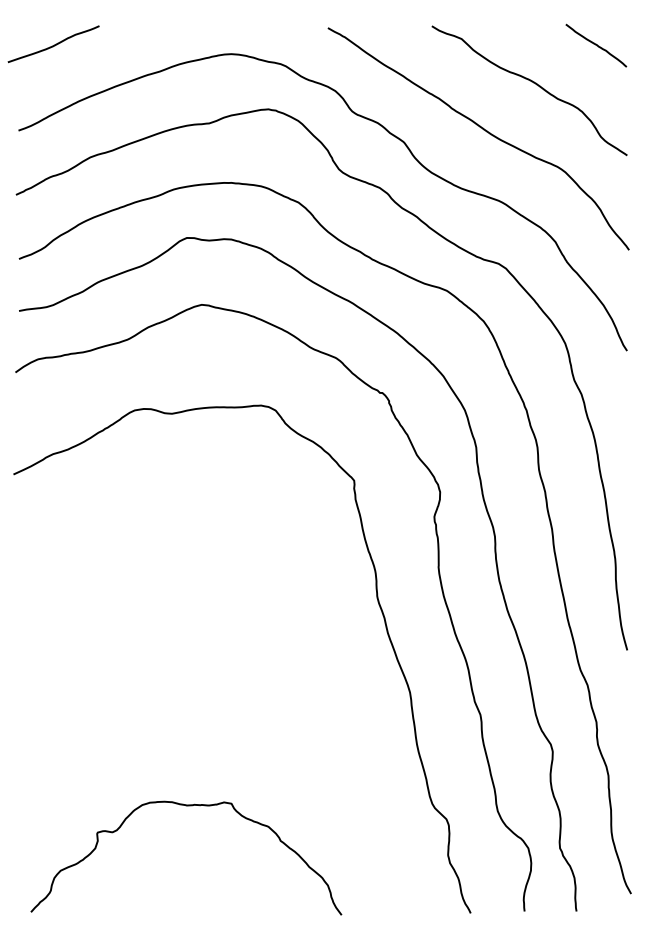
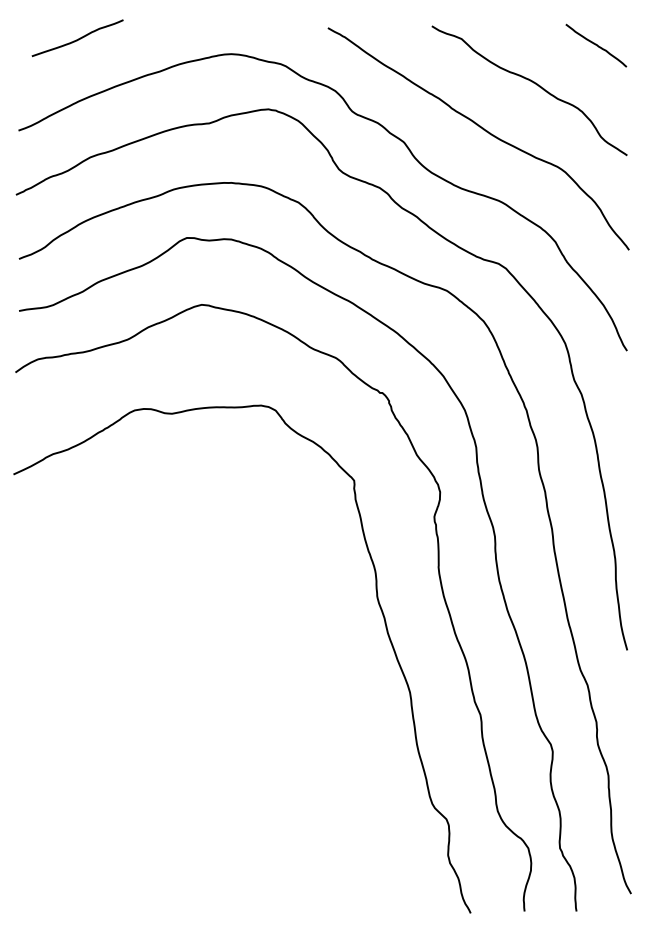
curve at (54, 44) position: (54, 44) -> (78, 38)
curve at (186, 806): present -> none
